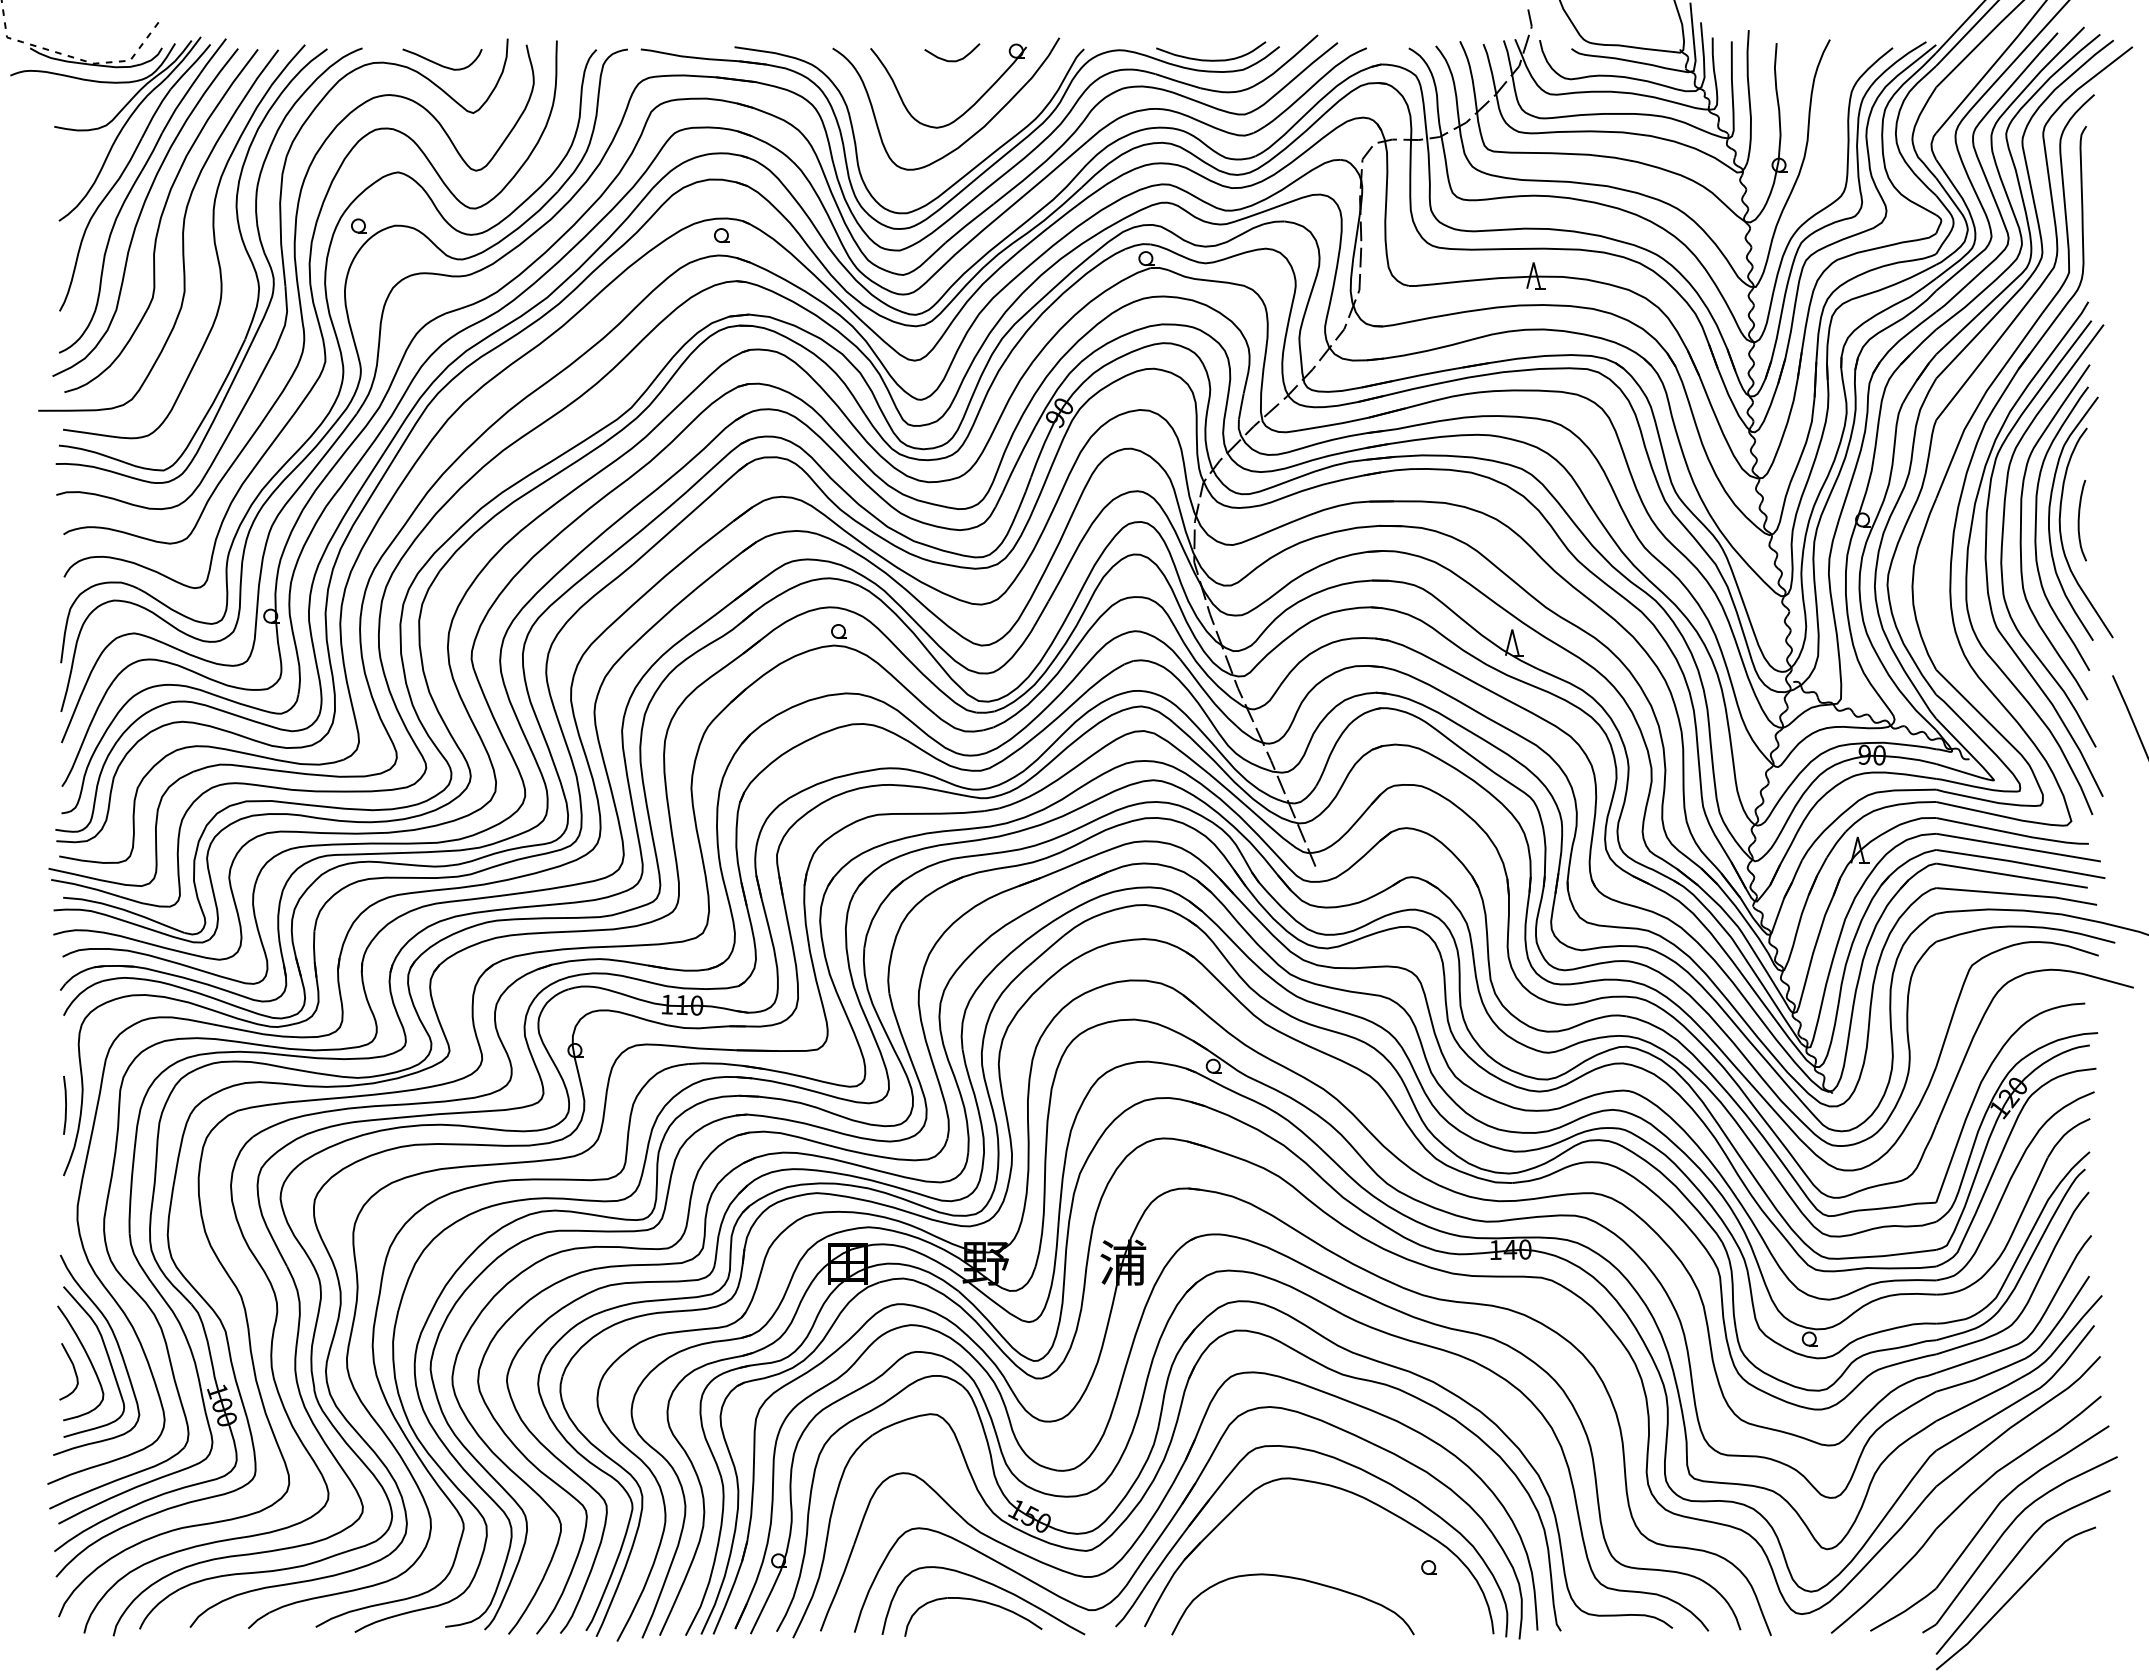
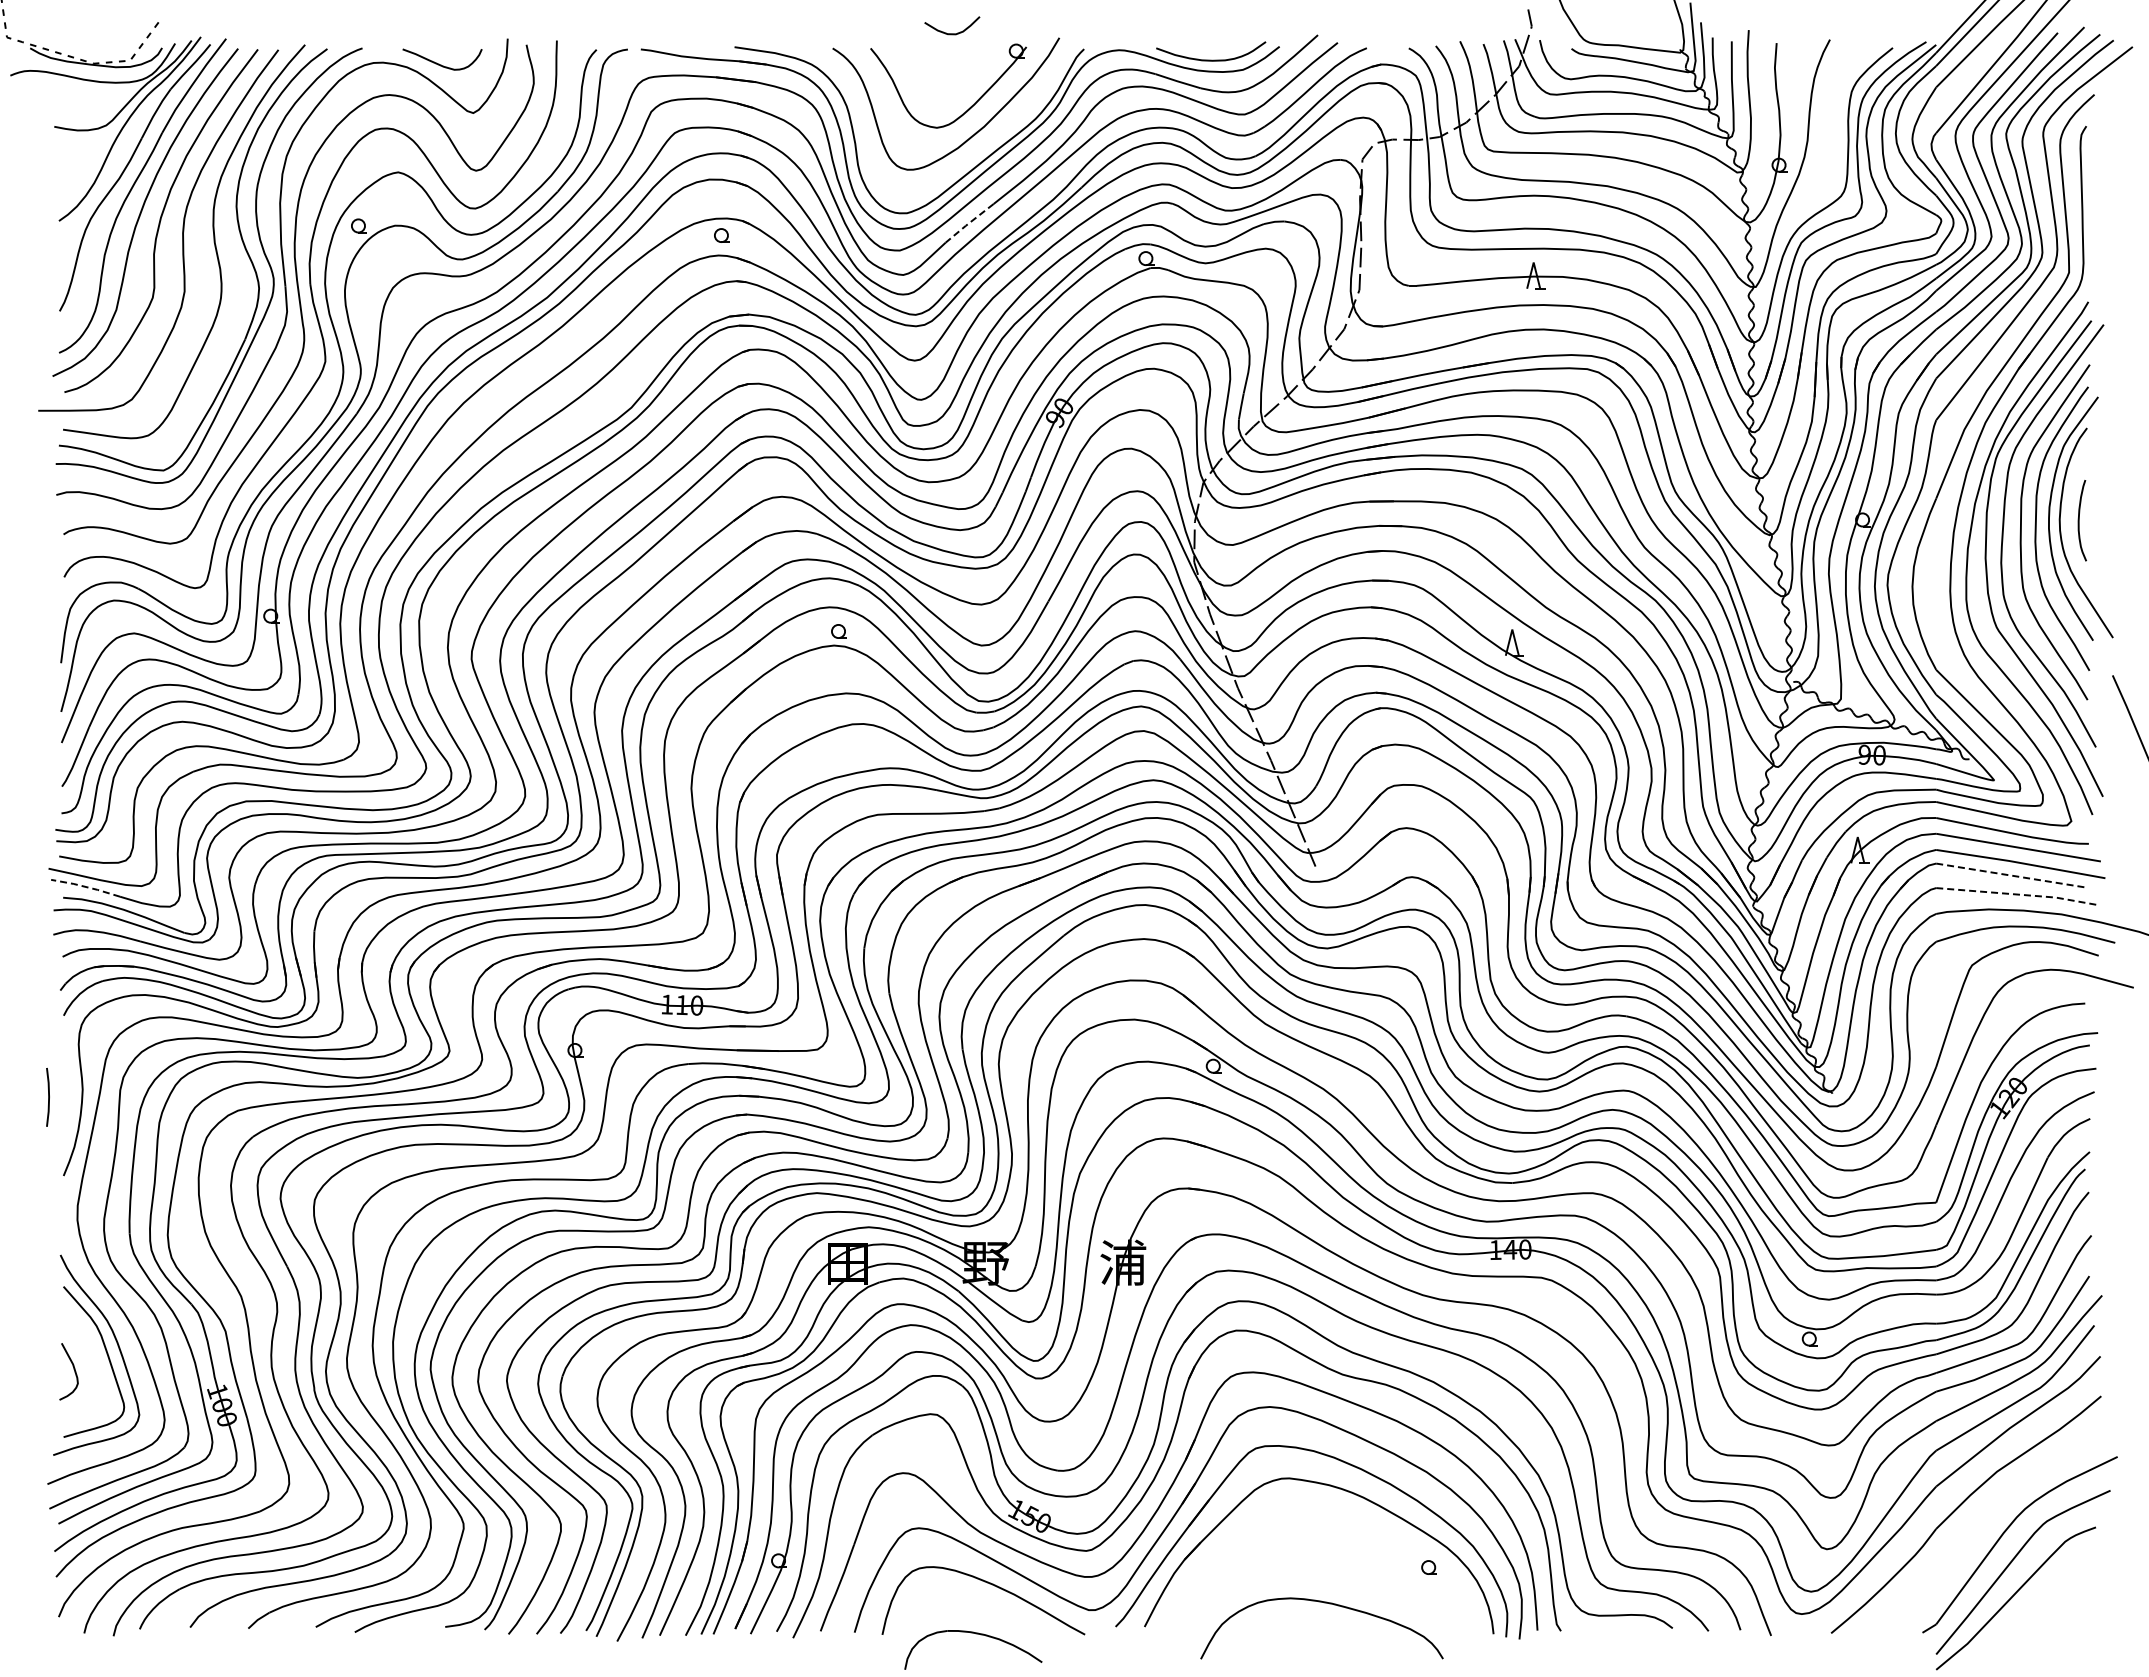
curve at (952, 60) position: (952, 60) -> (952, 33)
line at (968, 223): solid -> dashed
line at (2012, 875): solid -> dashed
line at (85, 886): solid -> dashed
line at (2017, 894): solid -> dashed
line at (65, 1105) position: (65, 1105) -> (48, 1097)
curve at (88, 1359): present -> none
part at (1989, 1528): present -> none
curve at (1295, 1579) position: (1295, 1579) -> (1324, 1603)
part at (975, 1601) position: (975, 1601) -> (975, 1634)
